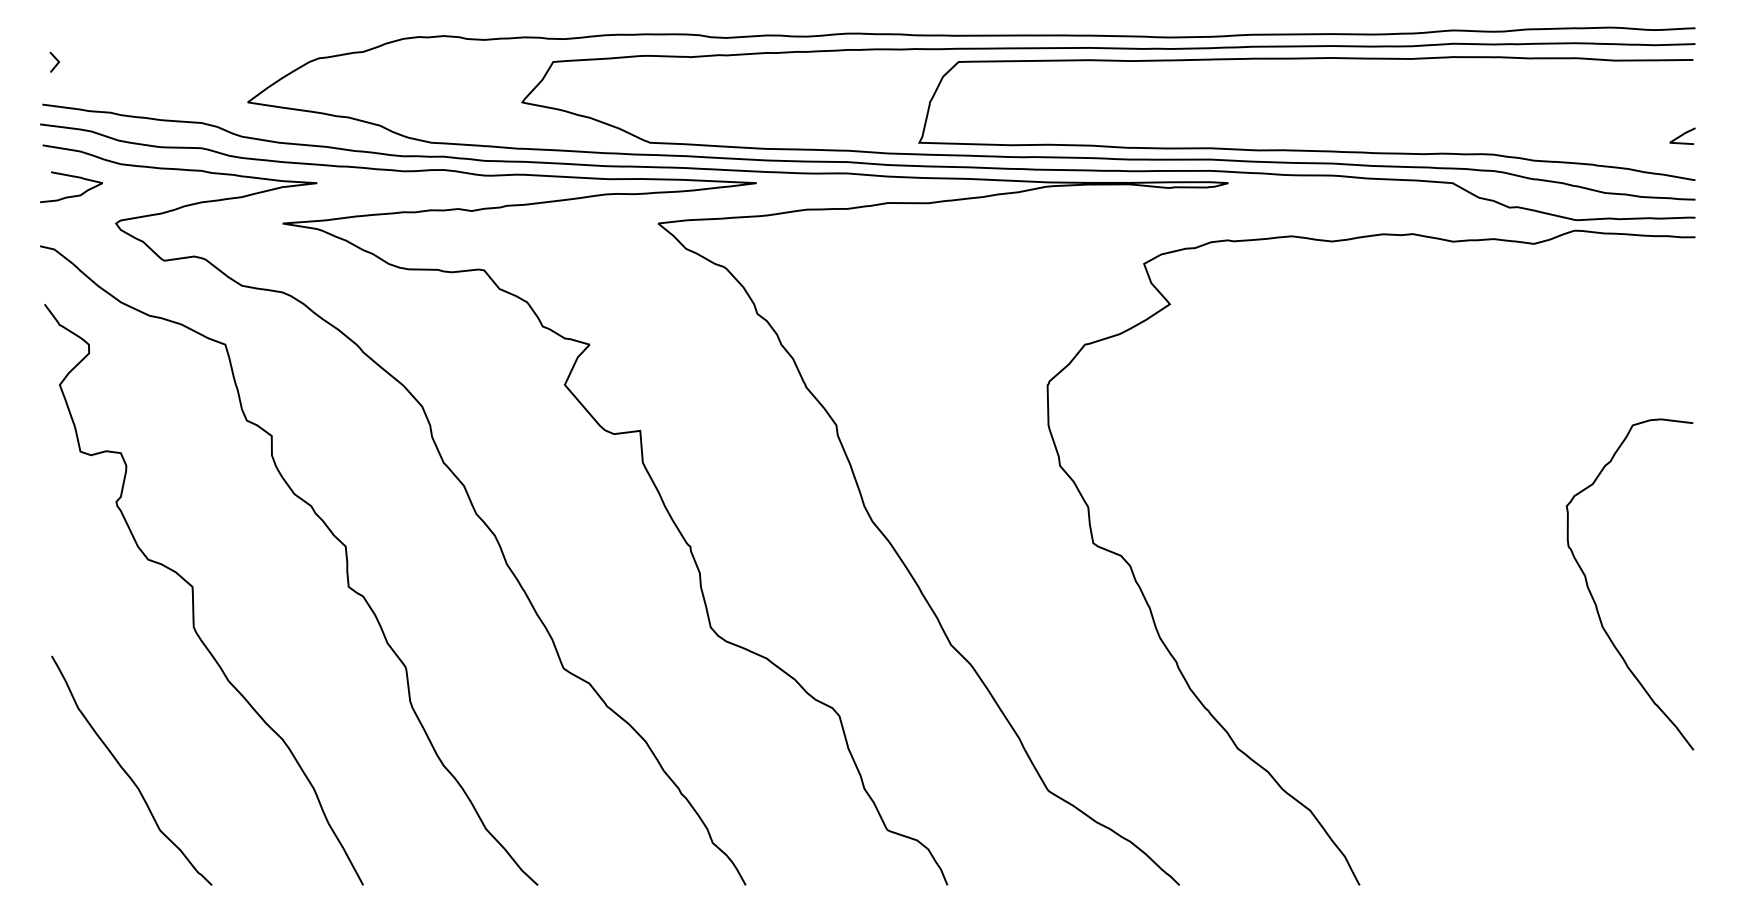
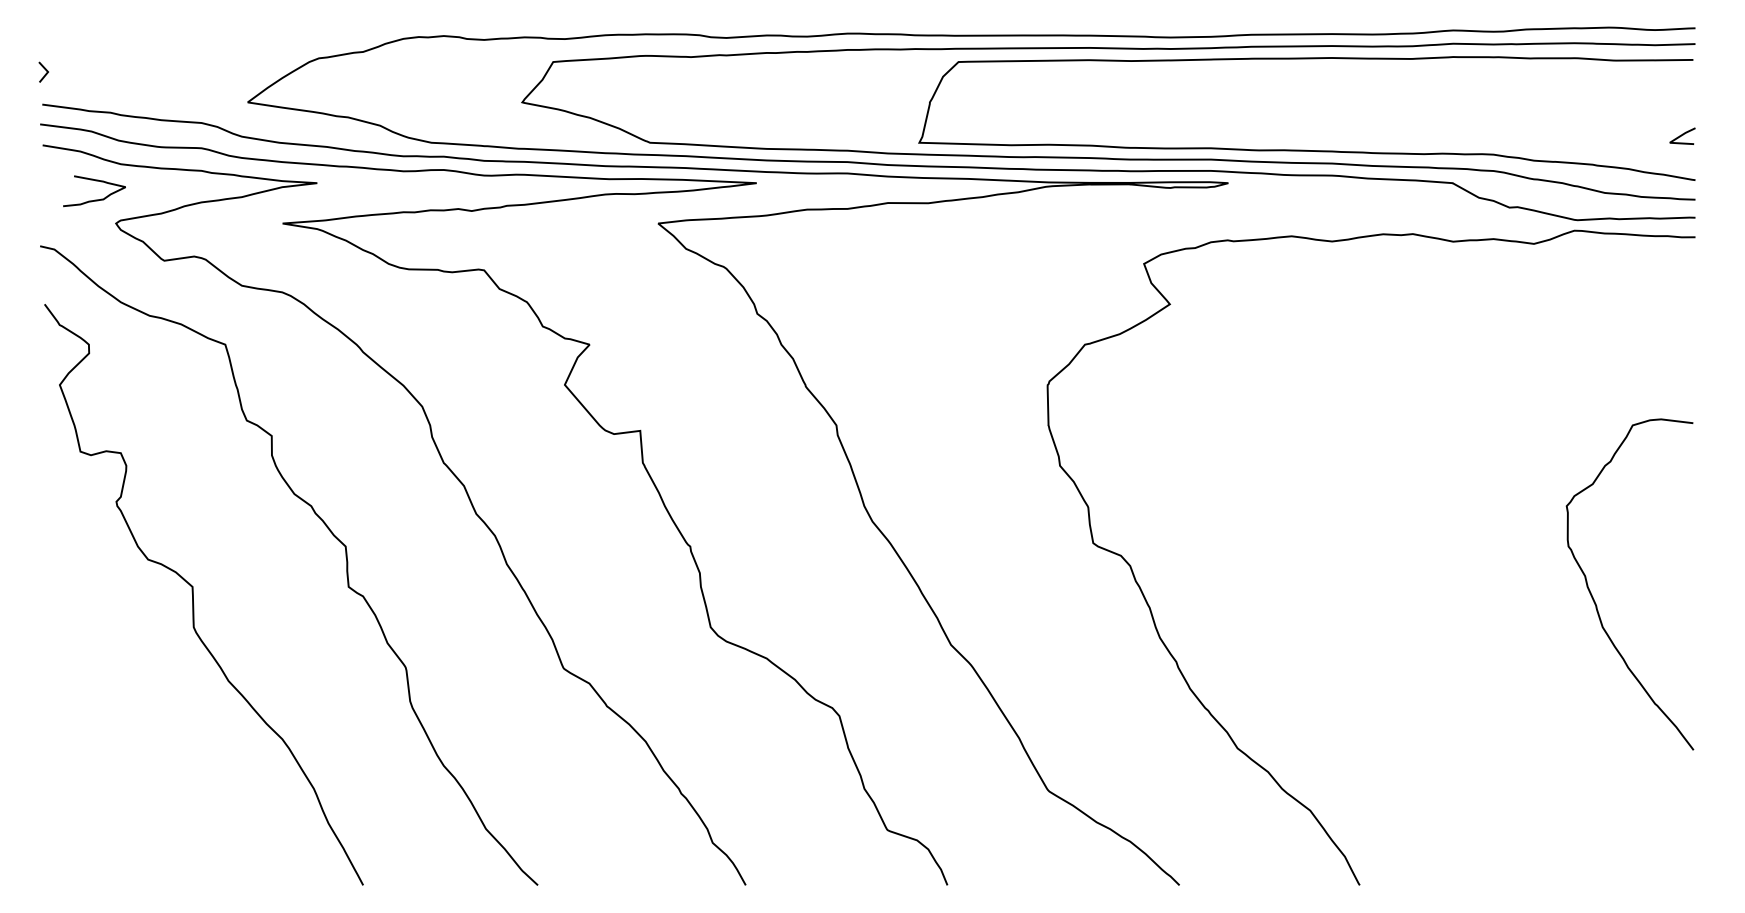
line at (55, 59) position: (55, 59) -> (44, 69)
curve at (71, 195) position: (71, 195) -> (94, 199)
curve at (127, 772): present -> none
